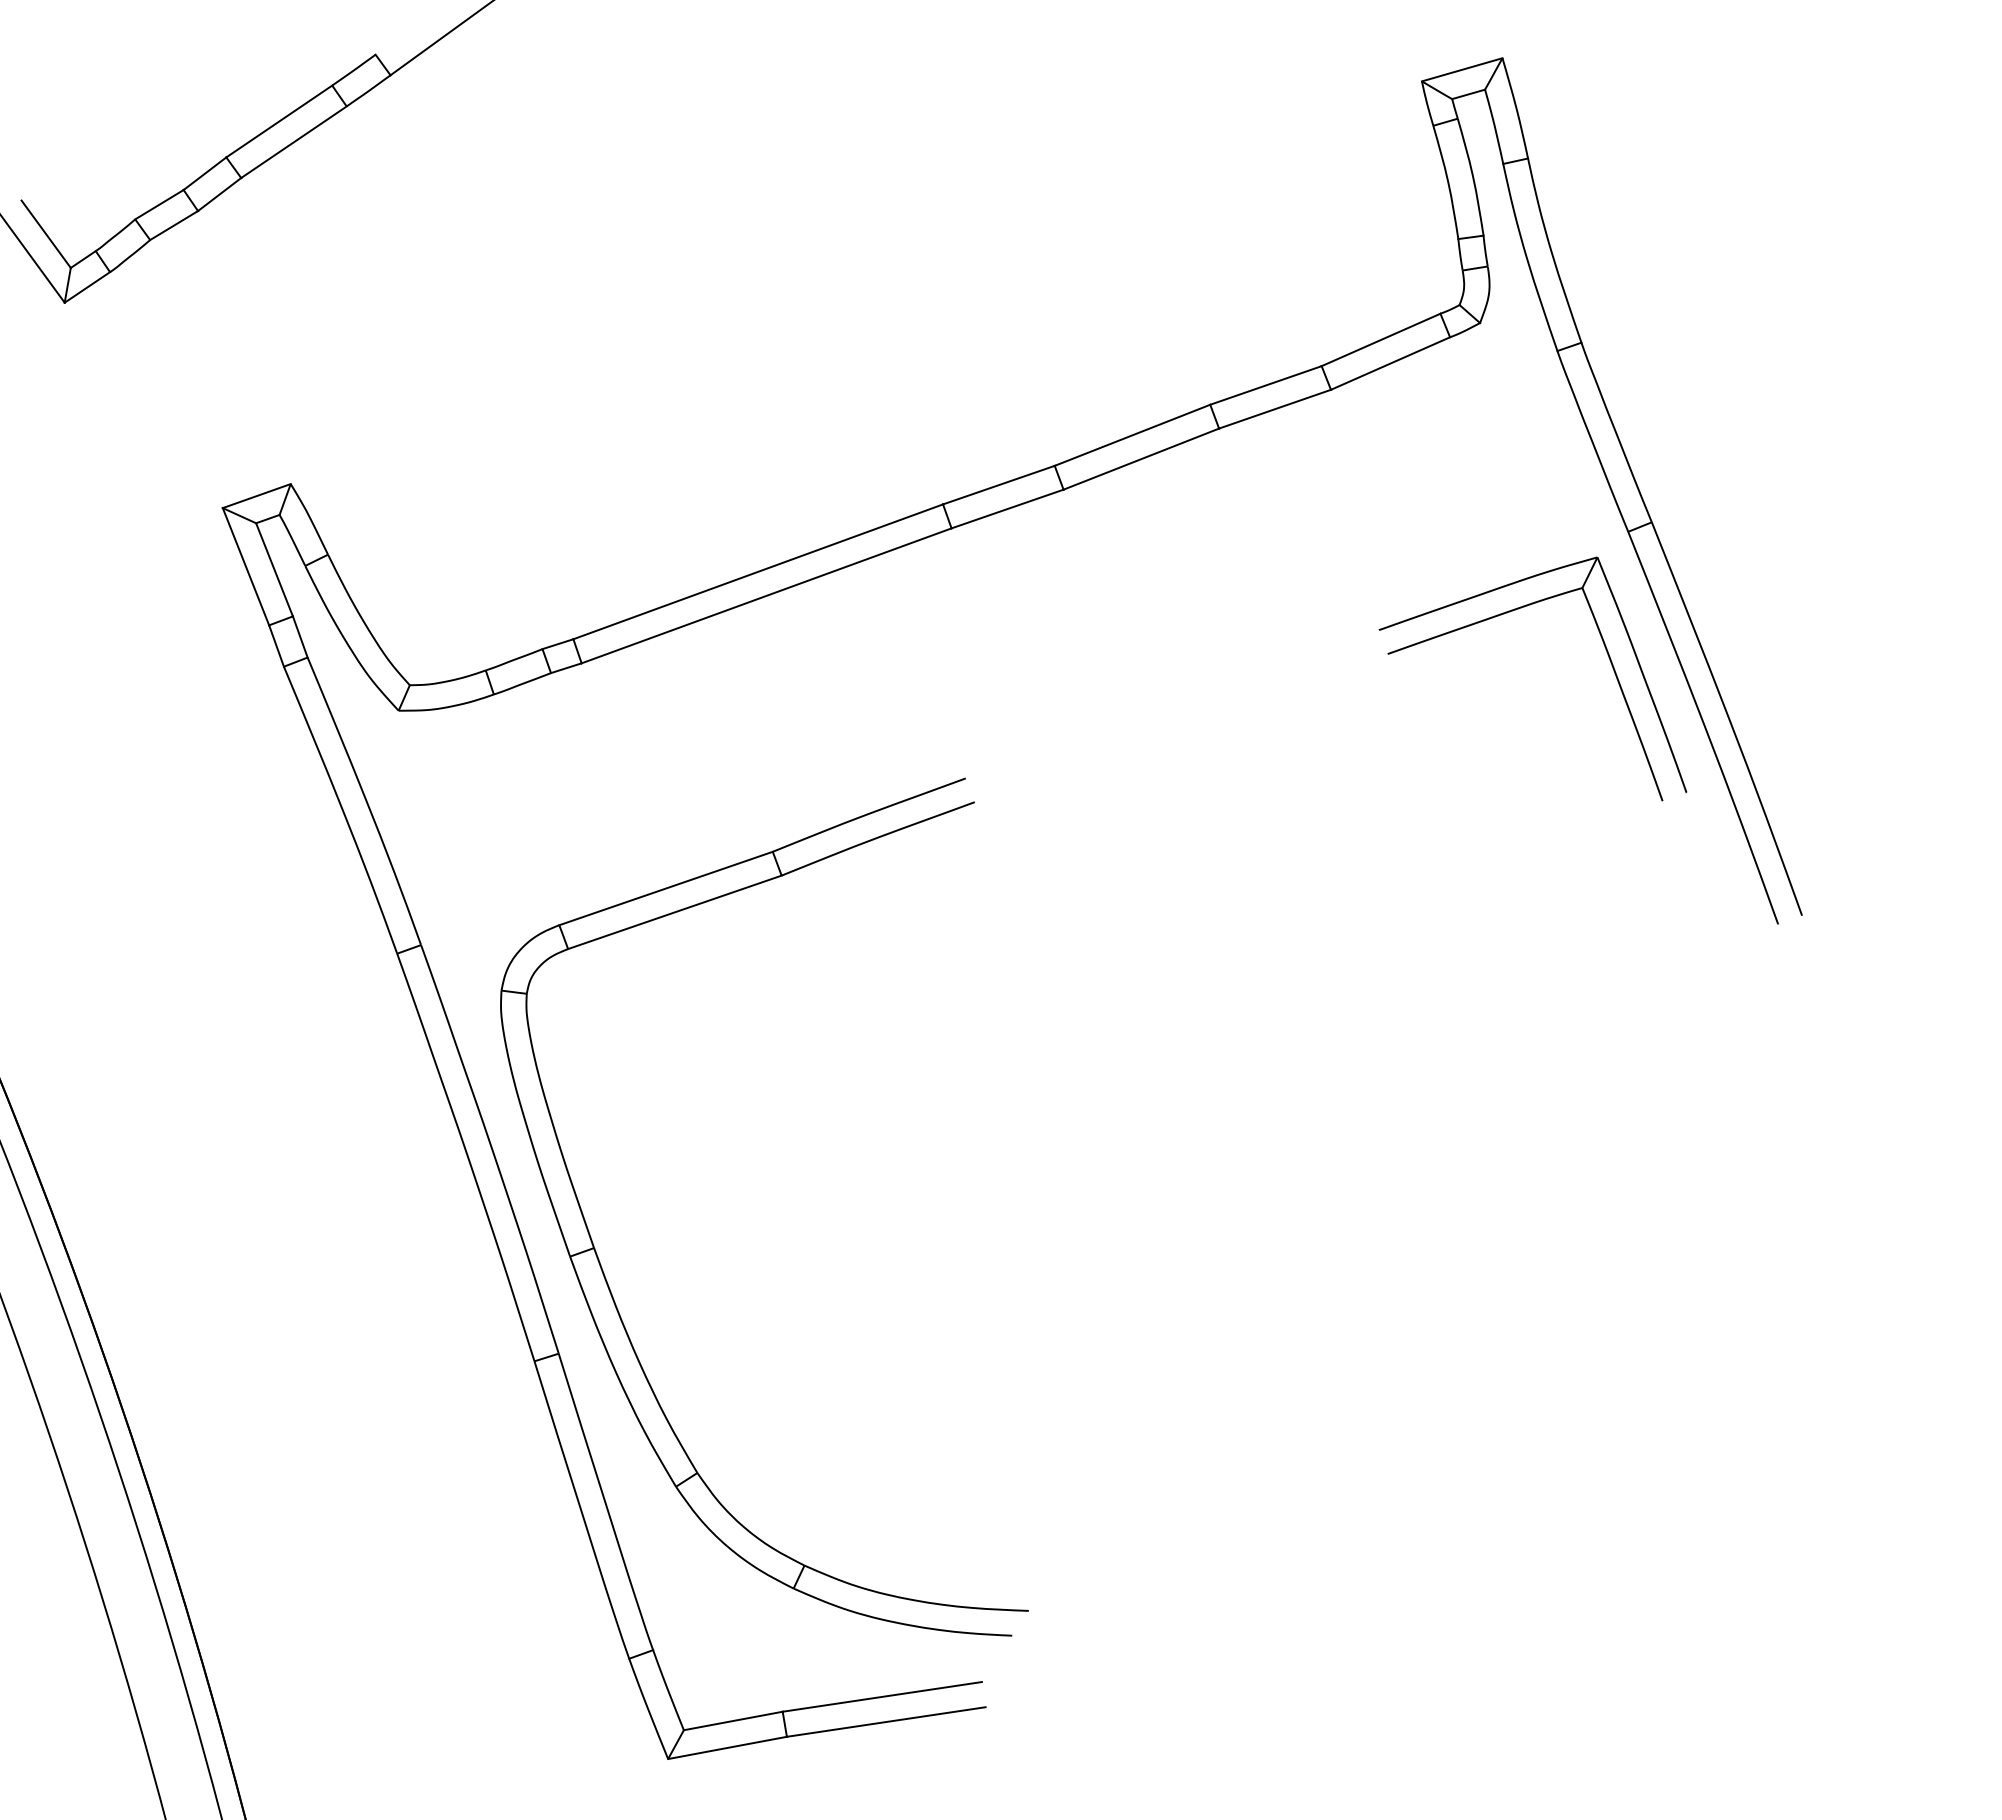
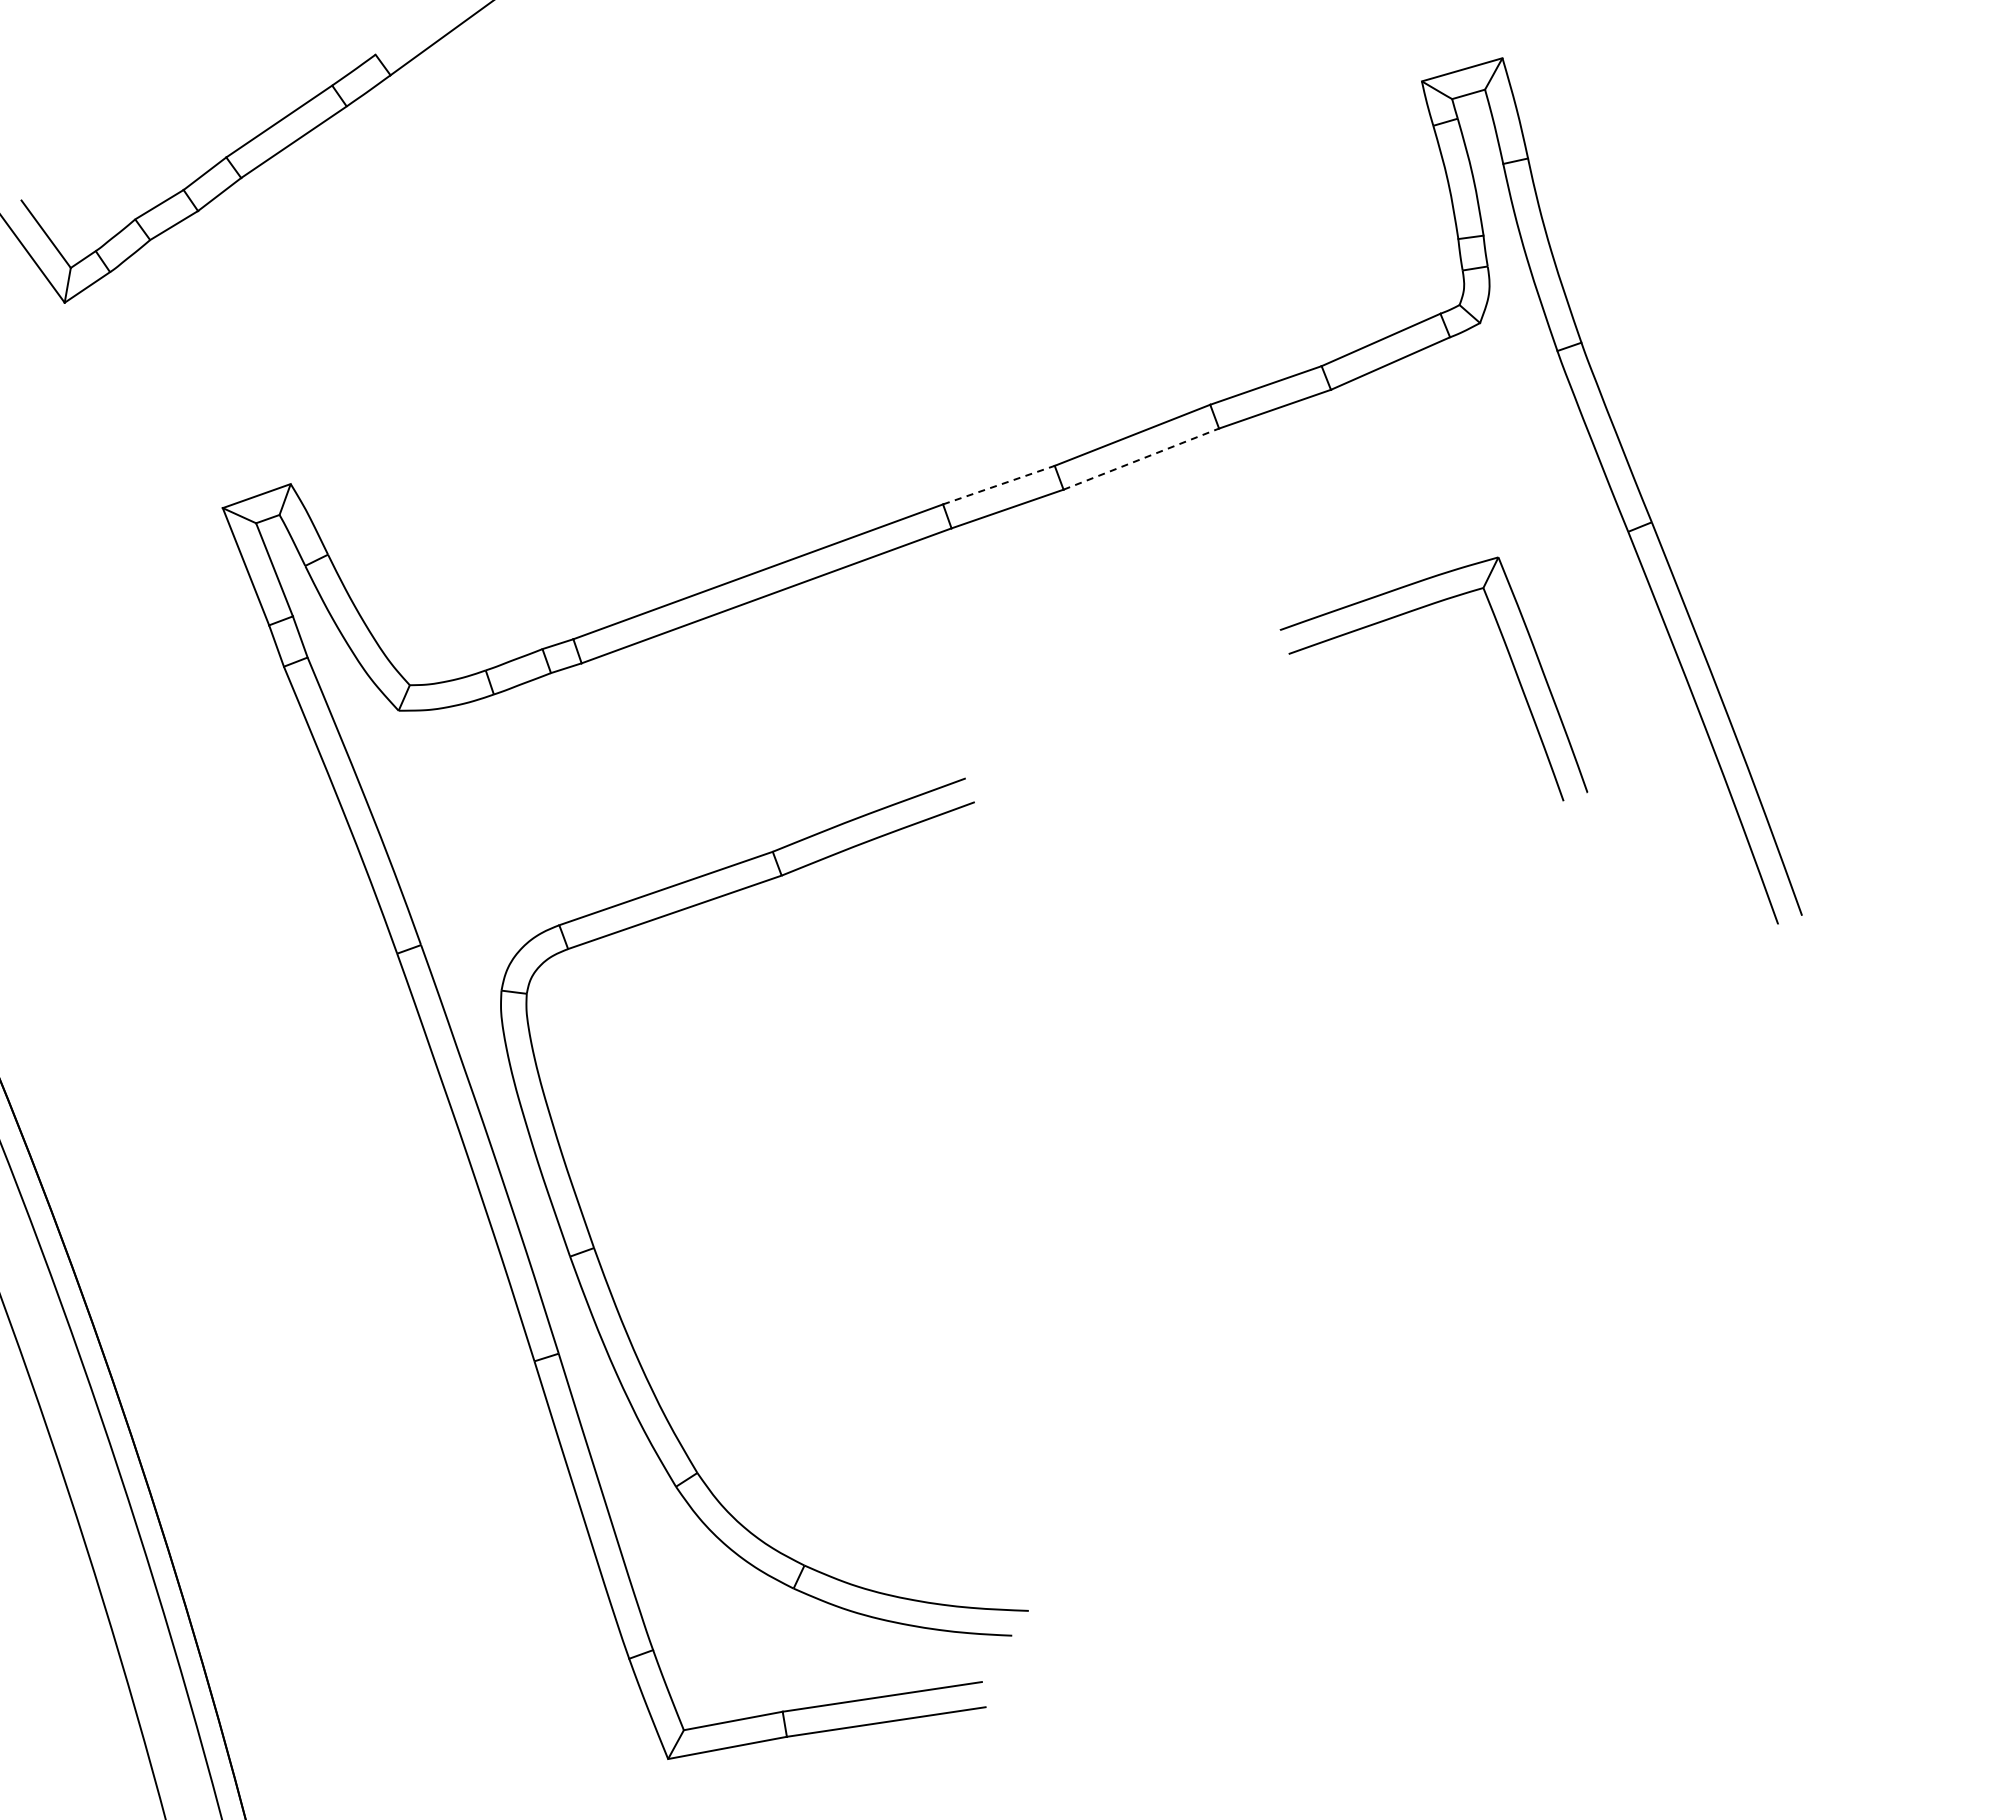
line at (1141, 459): solid -> dashed
line at (999, 484): solid -> dashed
part at (1507, 613) position: (1507, 613) -> (1408, 613)
